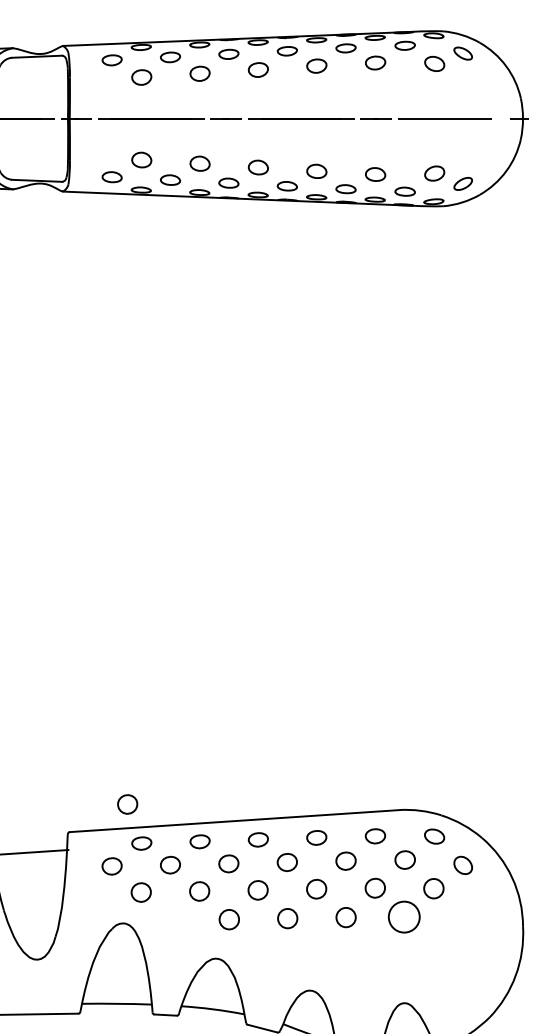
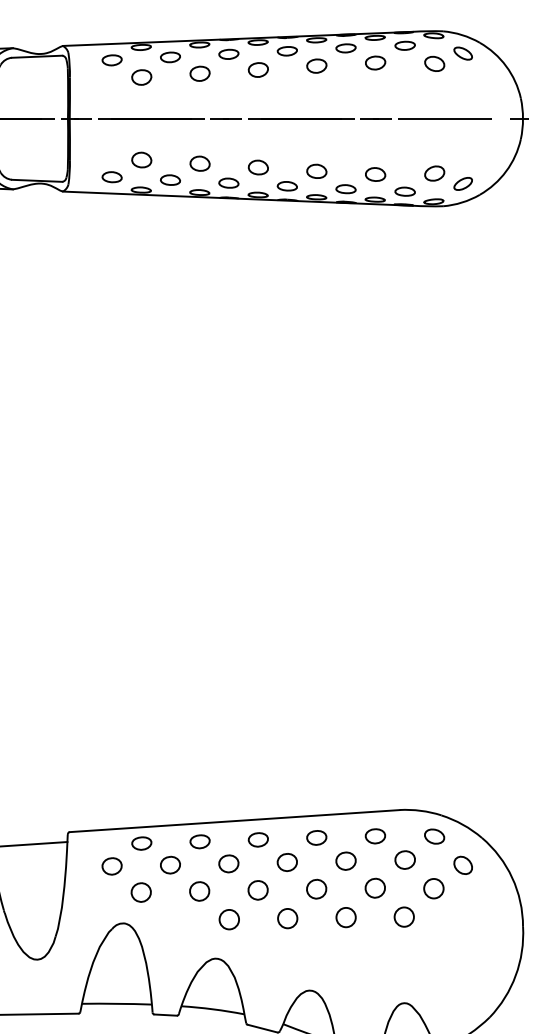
part at (127, 804): present -> none
line at (35, 852) position: (35, 852) -> (34, 844)
circle at (403, 916) diameter: 31 px -> 19 px
